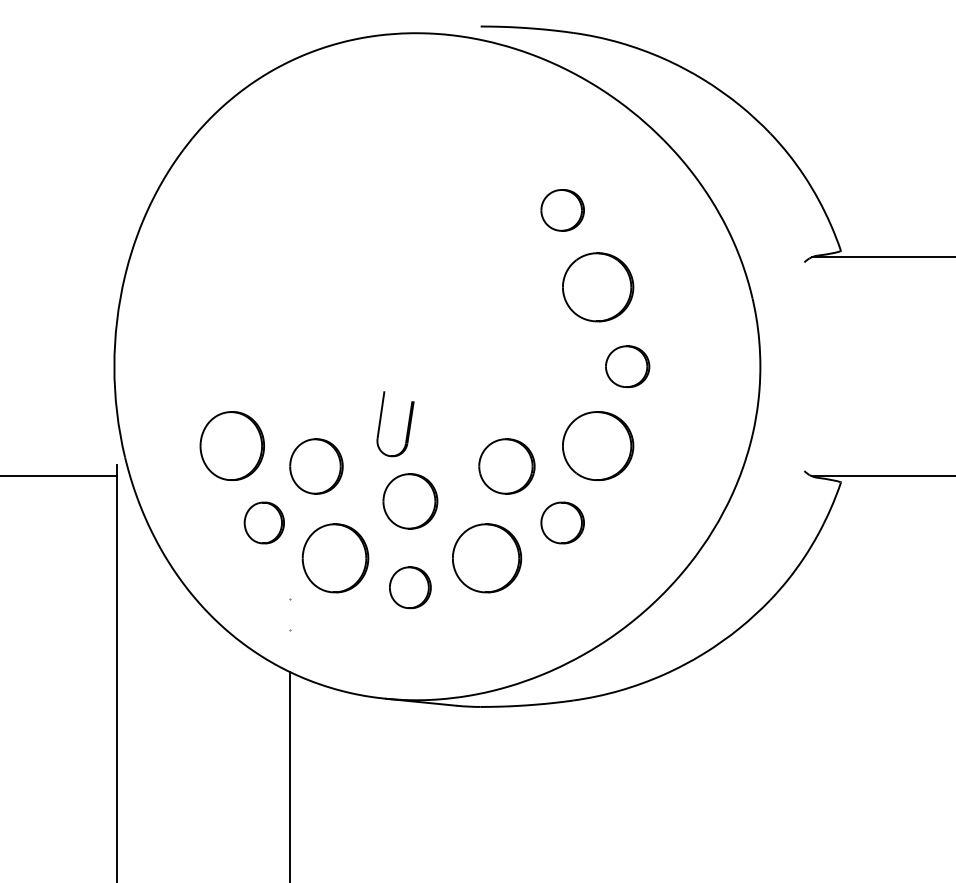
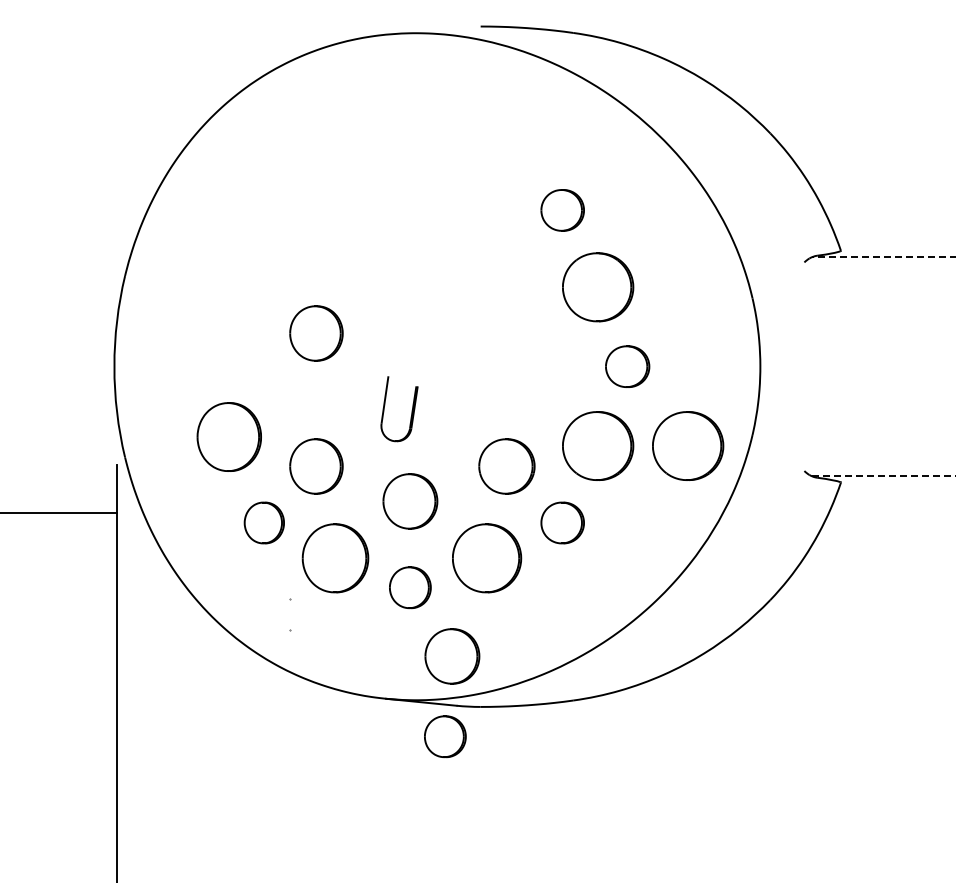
line at (884, 257): solid -> dashed
part at (316, 333): none -> present
part at (407, 425) position: (407, 425) -> (411, 410)
part at (231, 445) position: (231, 445) -> (228, 436)
part at (688, 445): none -> present
line at (59, 476) position: (59, 476) -> (59, 513)
line at (884, 476): solid -> dashed
part at (452, 656): none -> present
part at (445, 736): none -> present
line at (289, 775): present -> none
